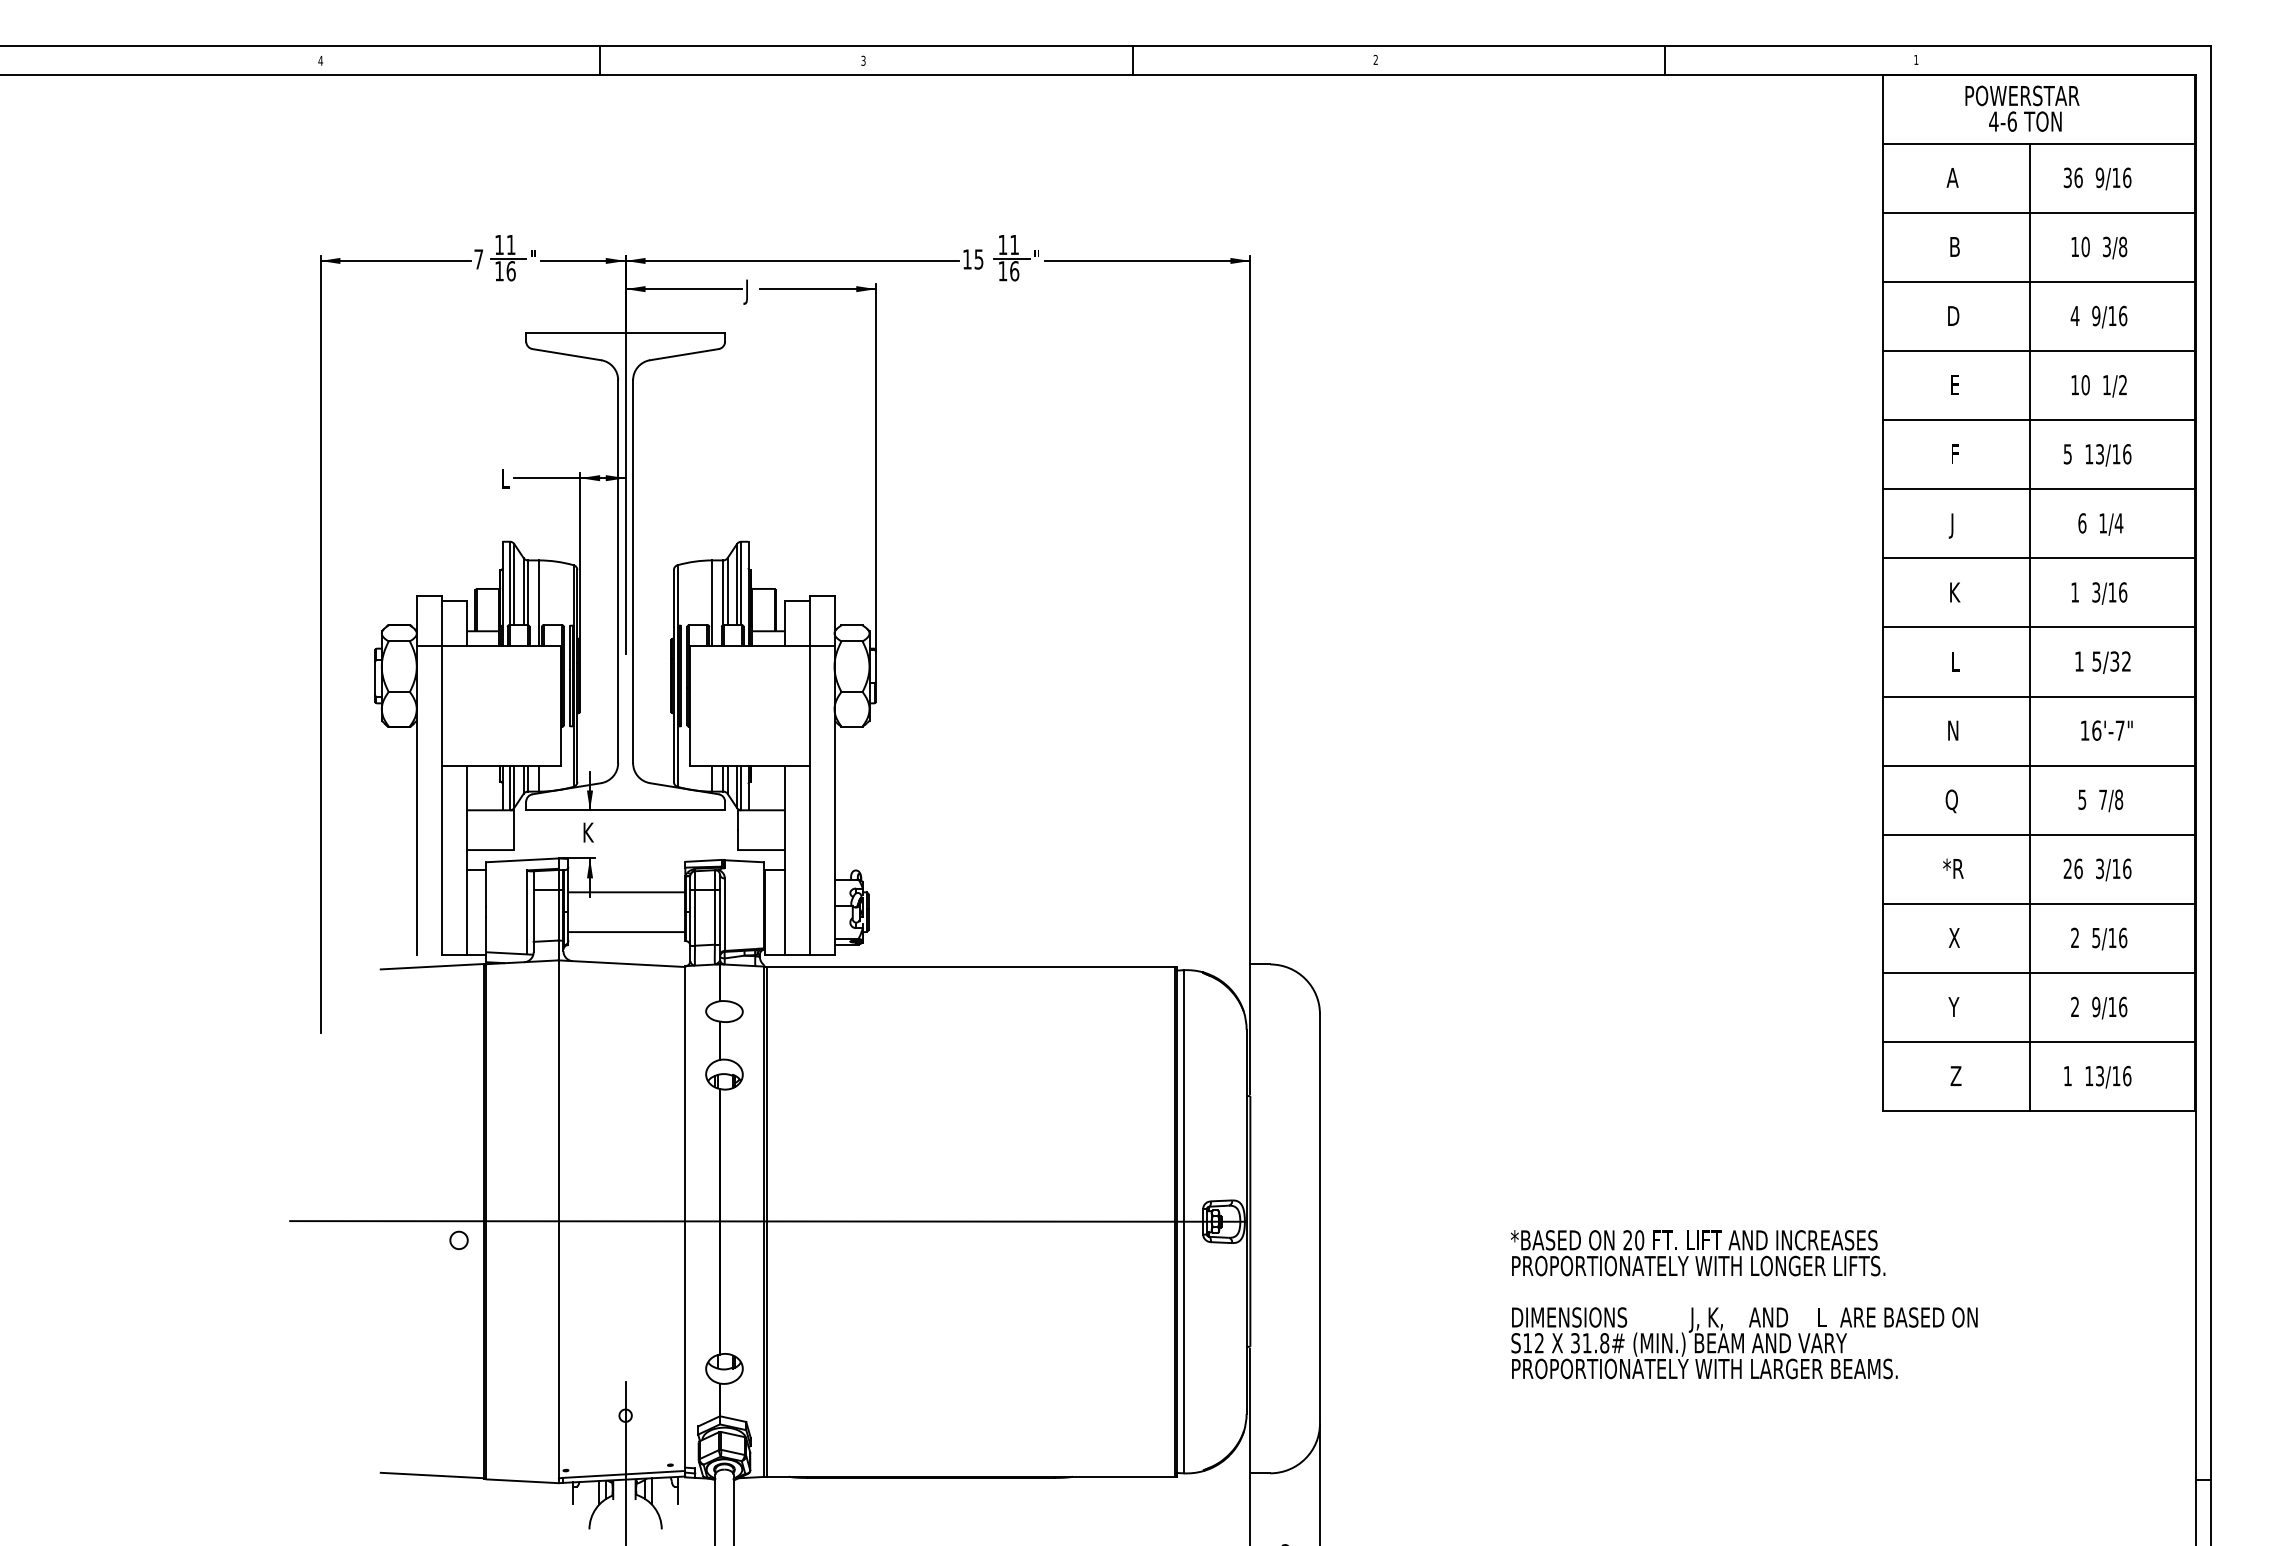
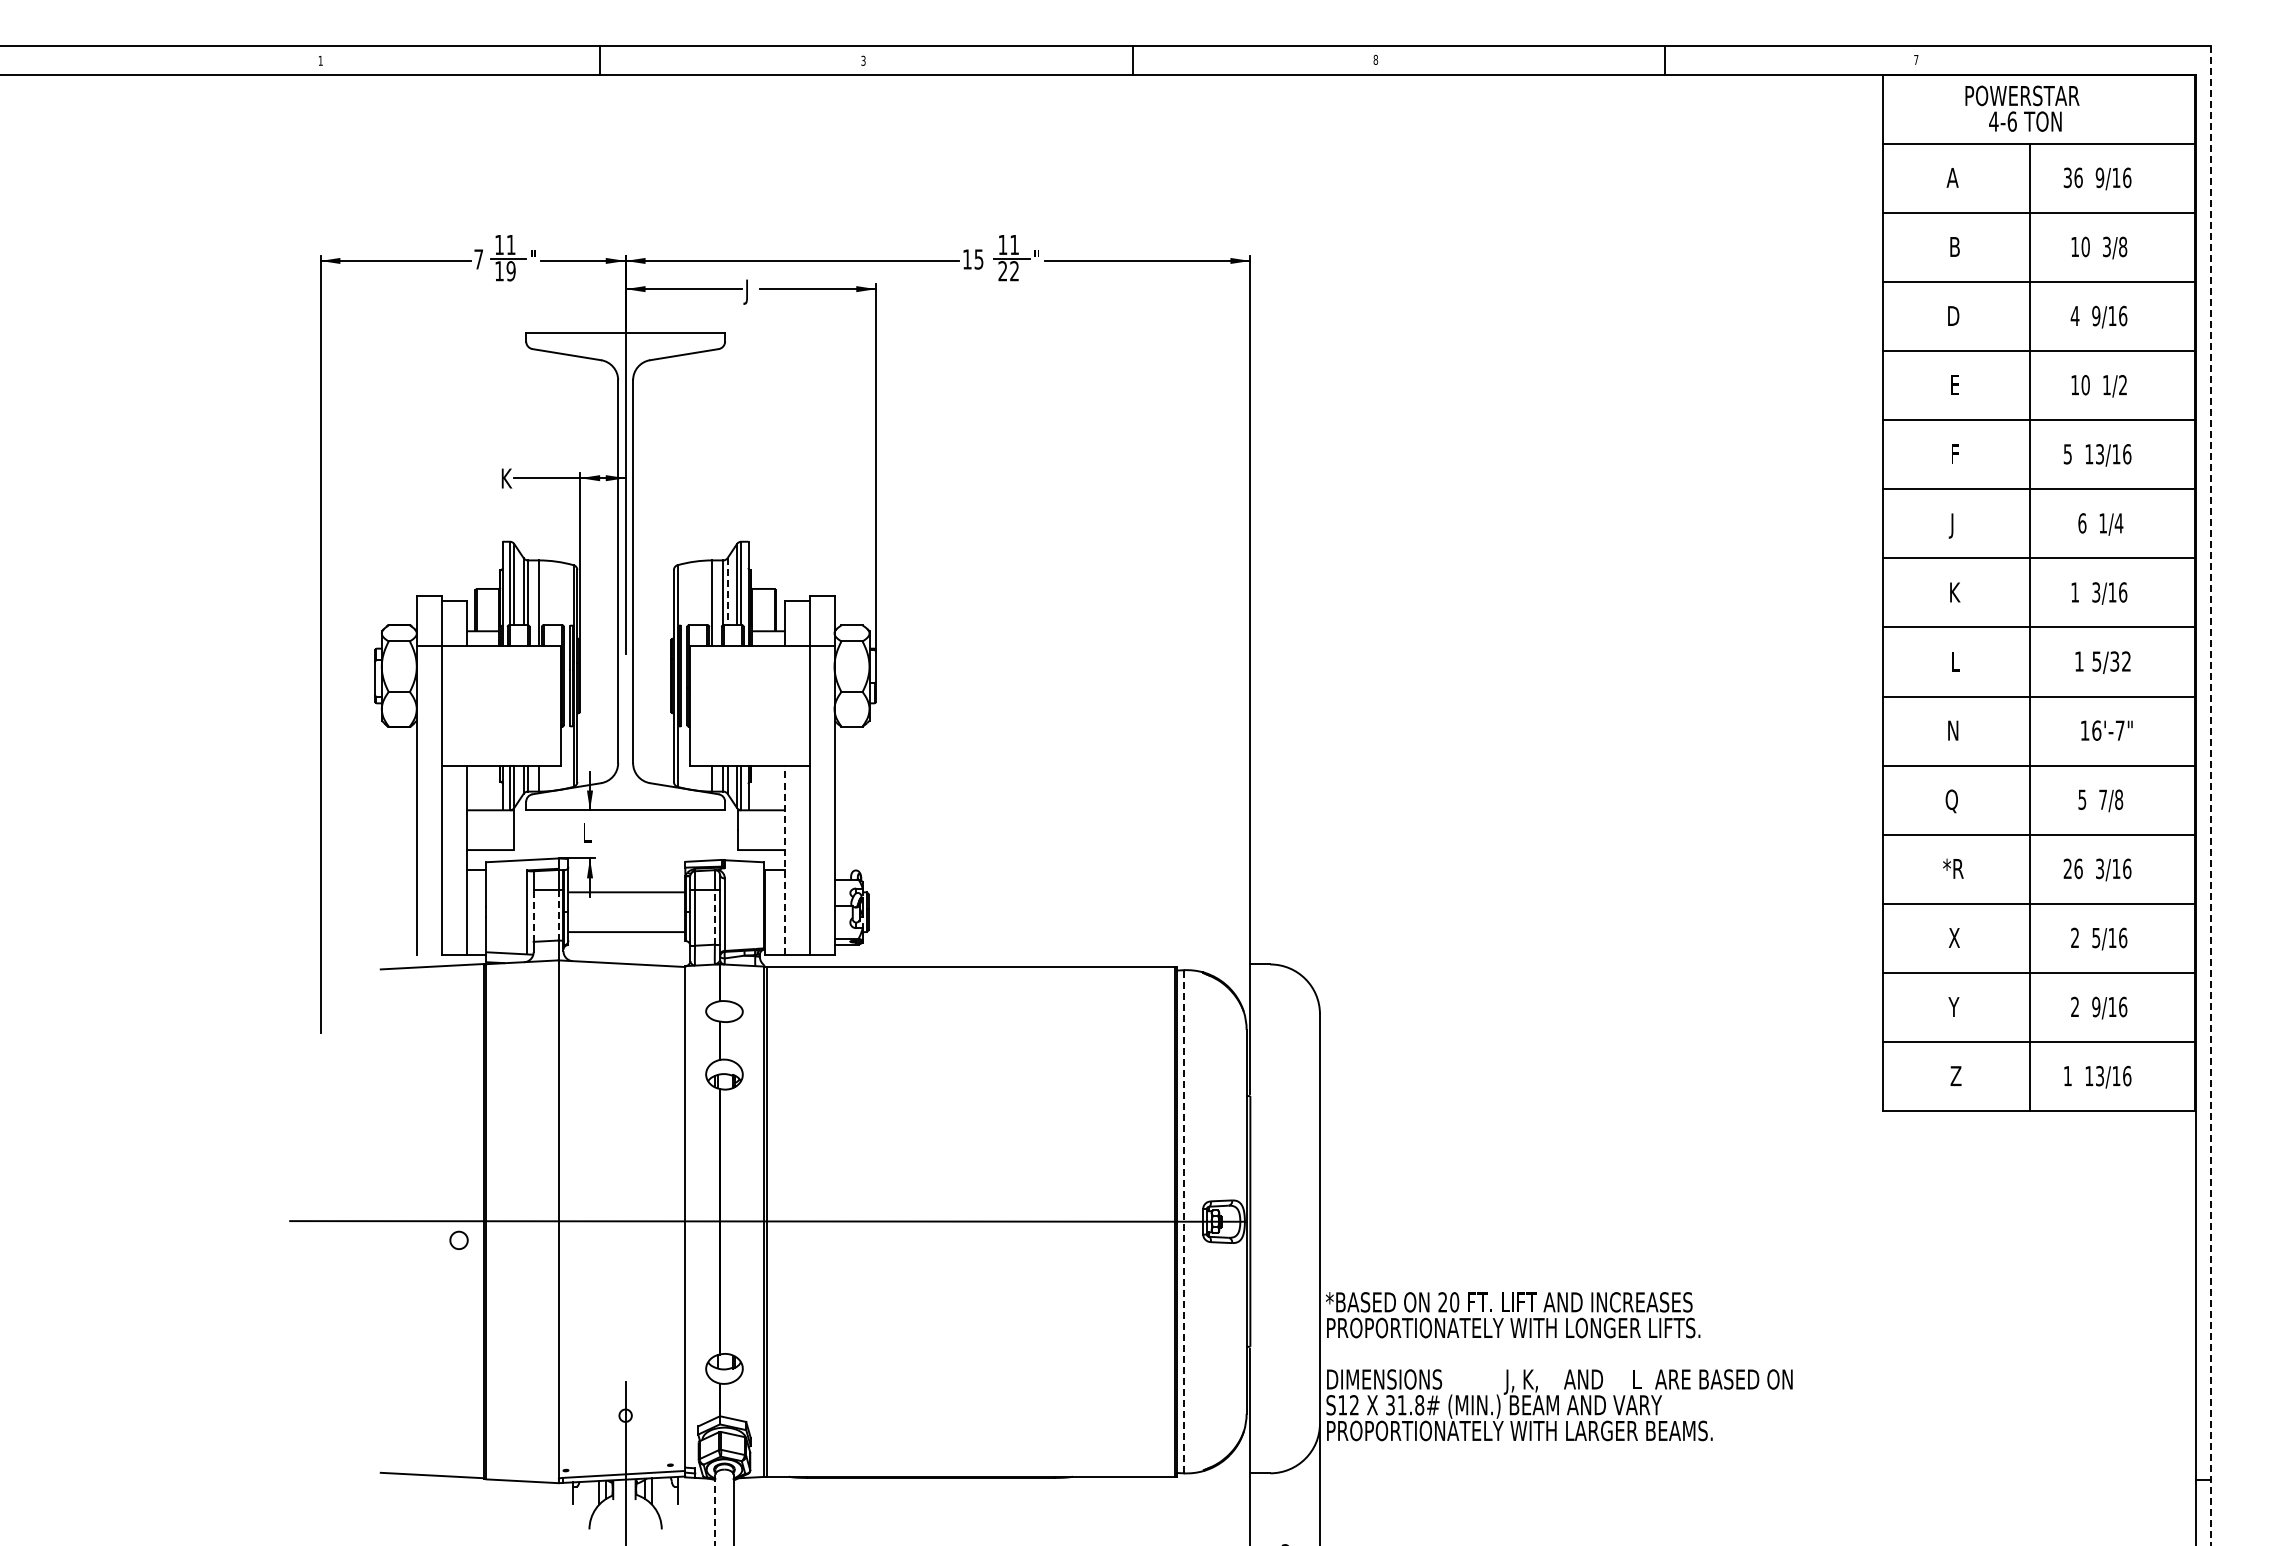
text at (1375, 59): 2 -> 8
text at (1916, 59): 1 -> 7
text at (320, 60): 4 -> 1
text at (510, 271): 16 -> 19
text at (1008, 271): 16 -> 22
text at (506, 478): L -> K
line at (727, 592): solid -> dashed
line at (2210, 796): solid -> dashed
text at (588, 832): K -> L
line at (784, 859): solid -> dashed
line at (558, 914): solid -> dashed
line at (533, 915): solid -> dashed
line at (714, 916): solid -> dashed
line at (1183, 1221): solid -> dashed
text at (1744, 1304) position: (1744, 1304) -> (1559, 1366)
line at (715, 1510): solid -> dashed
